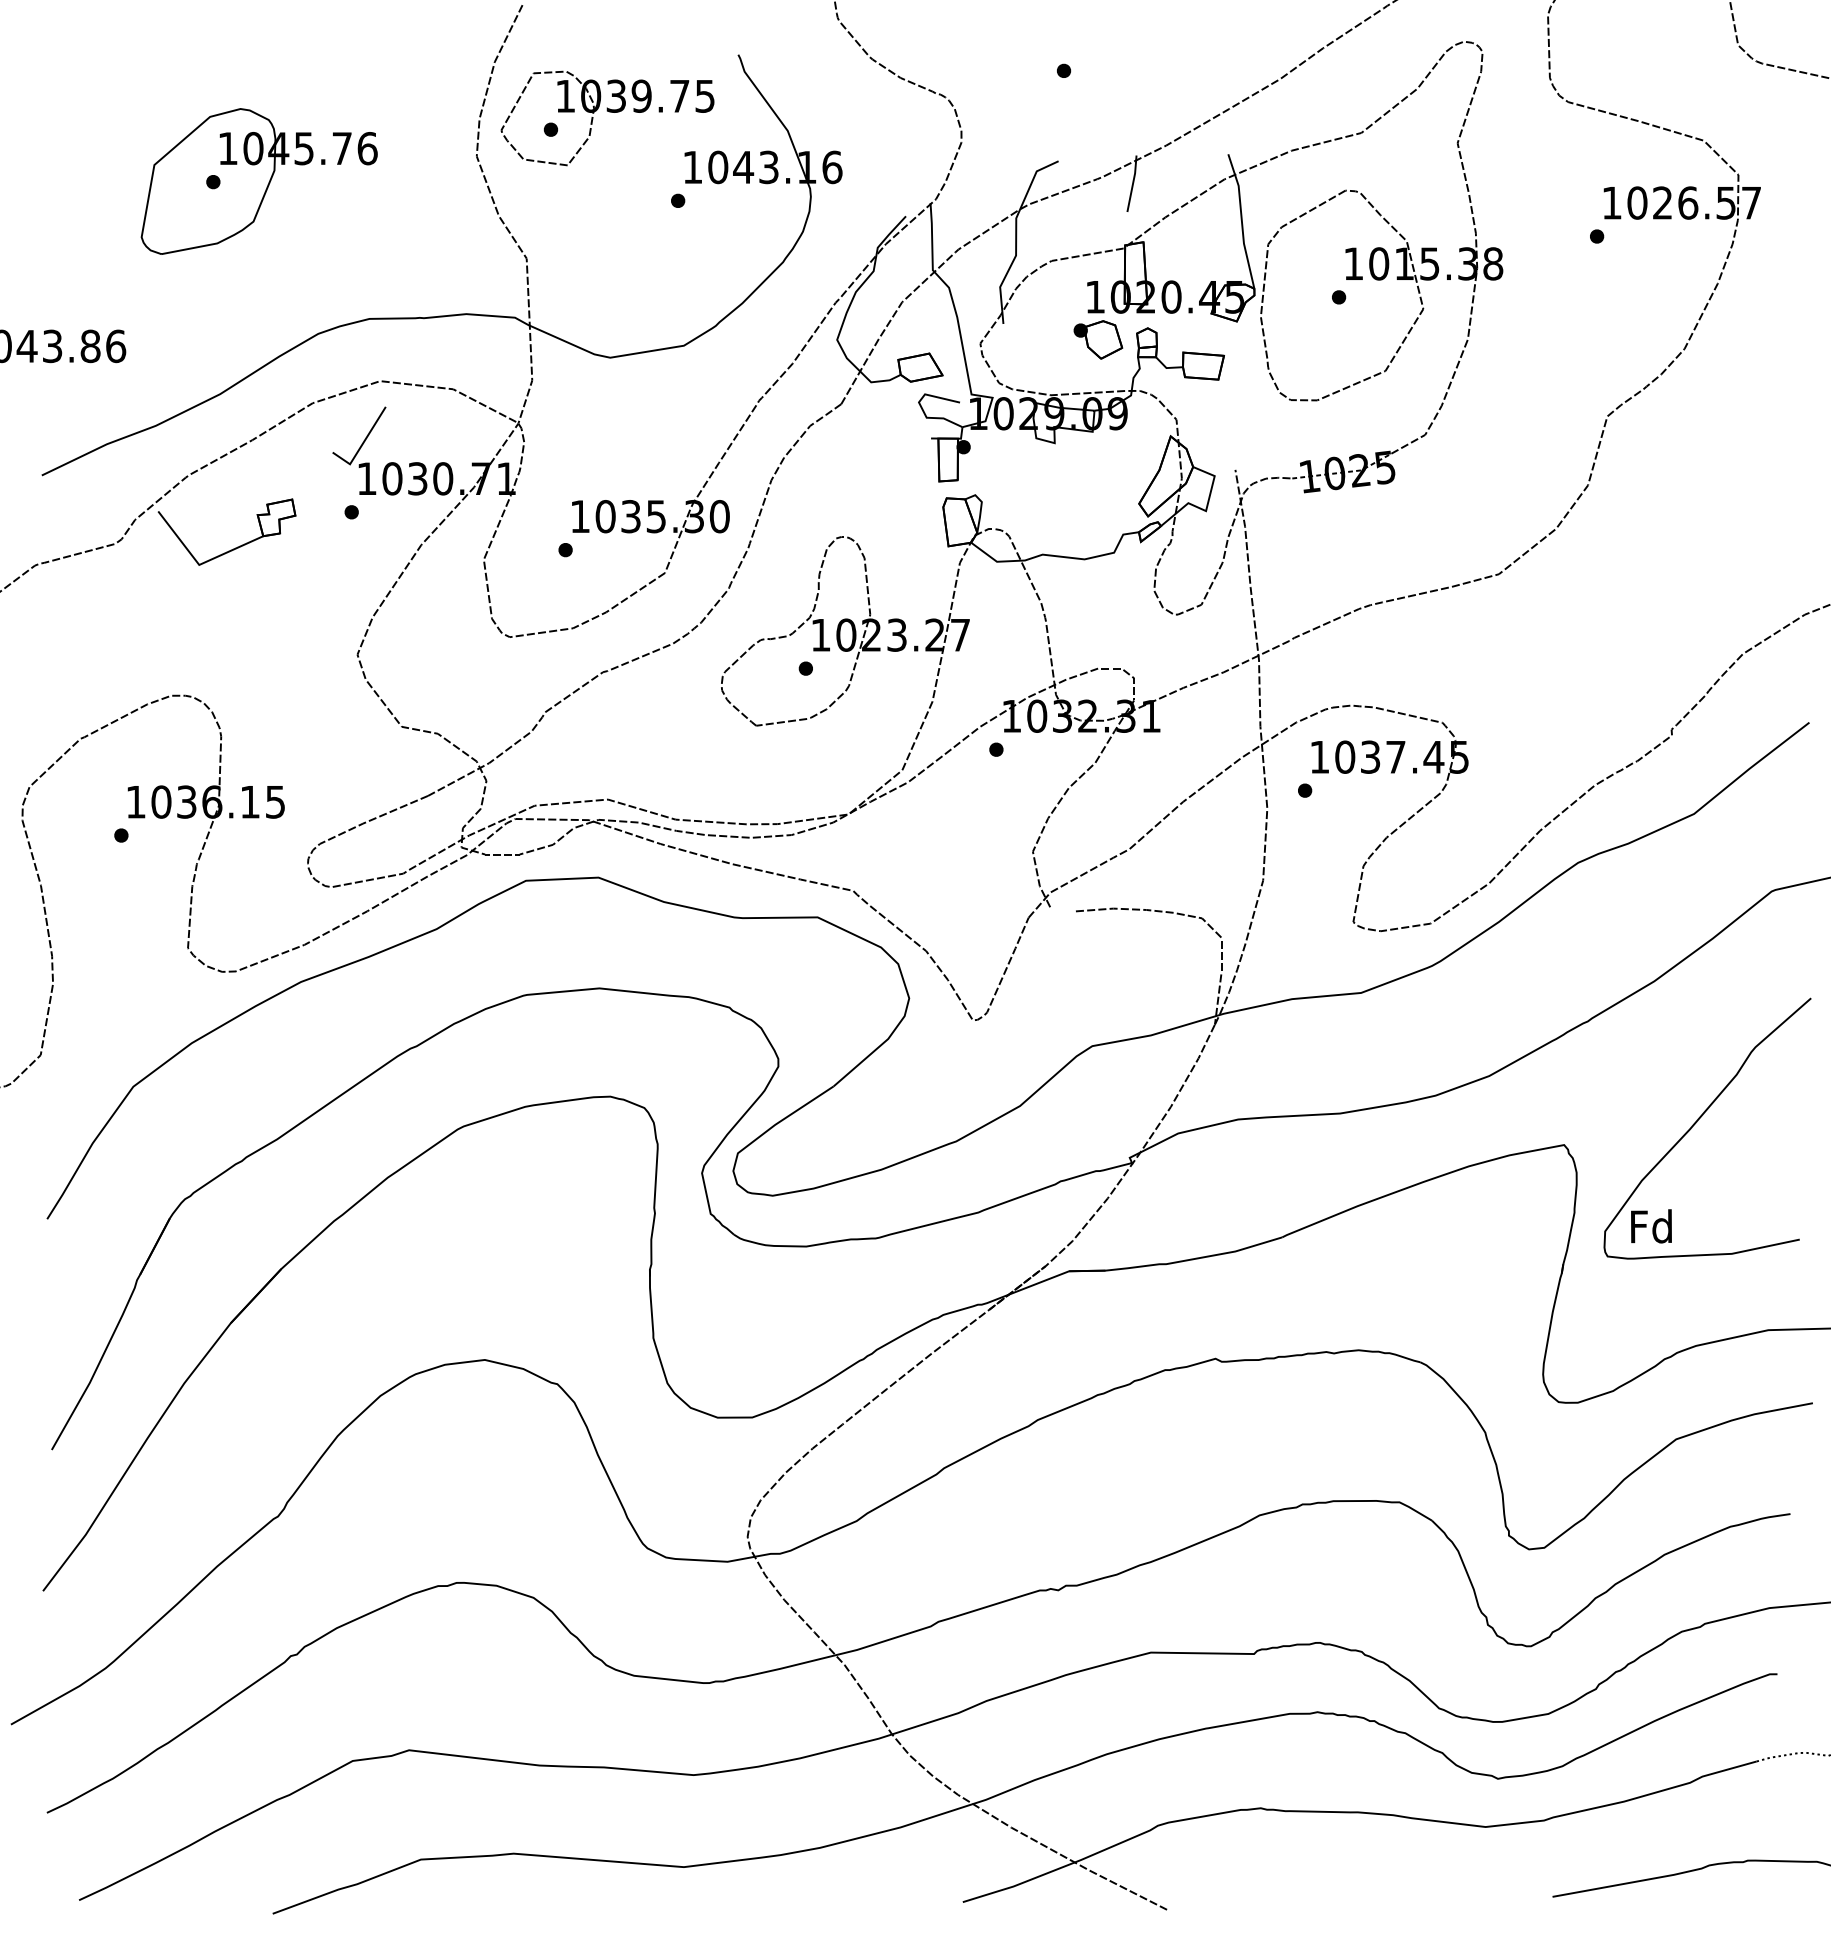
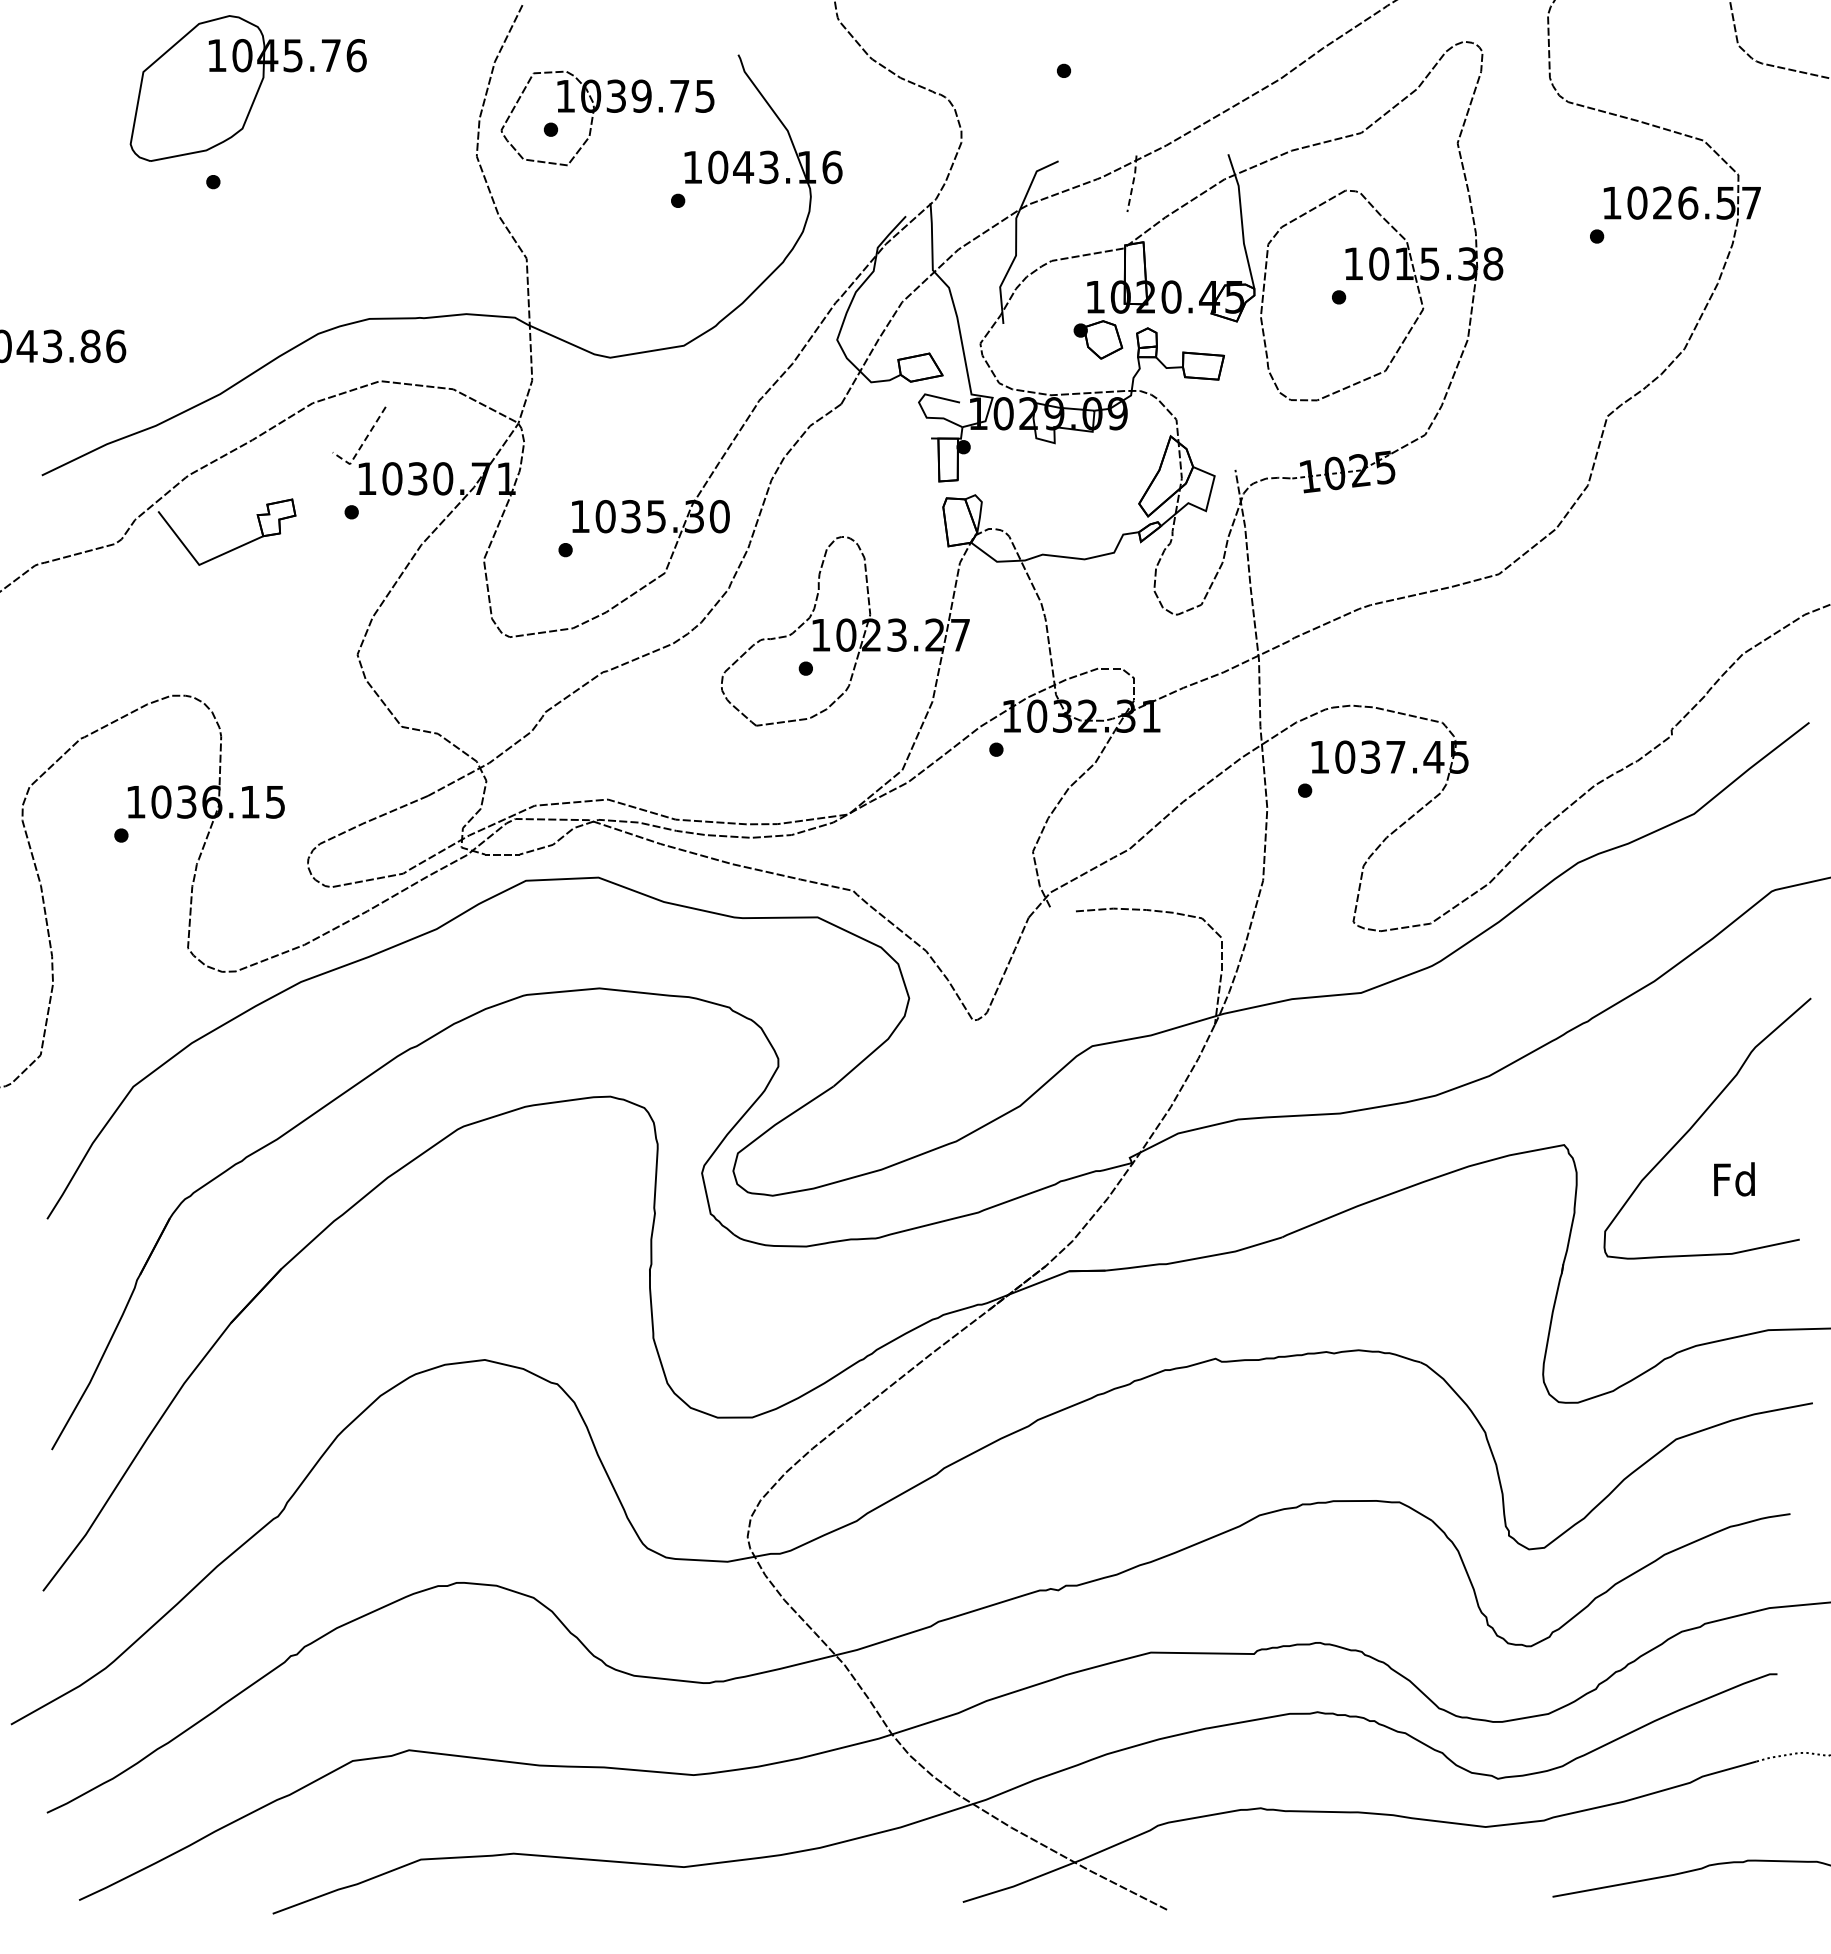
part at (258, 181) position: (258, 181) -> (247, 88)
line at (1132, 184): solid -> dashed
line at (362, 444): solid -> dashed
text at (1651, 1226) position: (1651, 1226) -> (1734, 1179)
